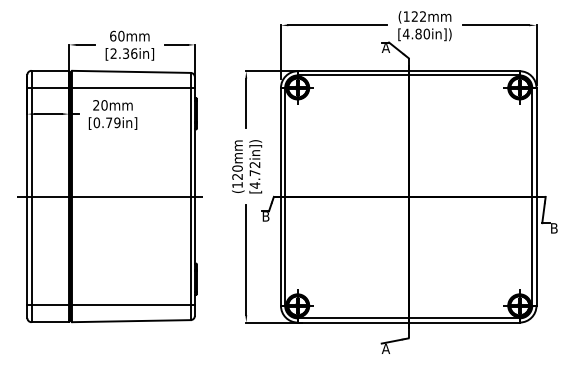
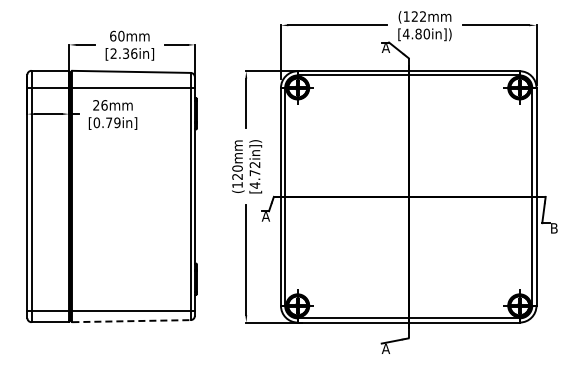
text at (104, 105): 20mm -> 26mm
line at (110, 196): present -> none
text at (265, 216): B -> A
line at (110, 305) position: (110, 305) -> (110, 311)
line at (132, 321): solid -> dashed
